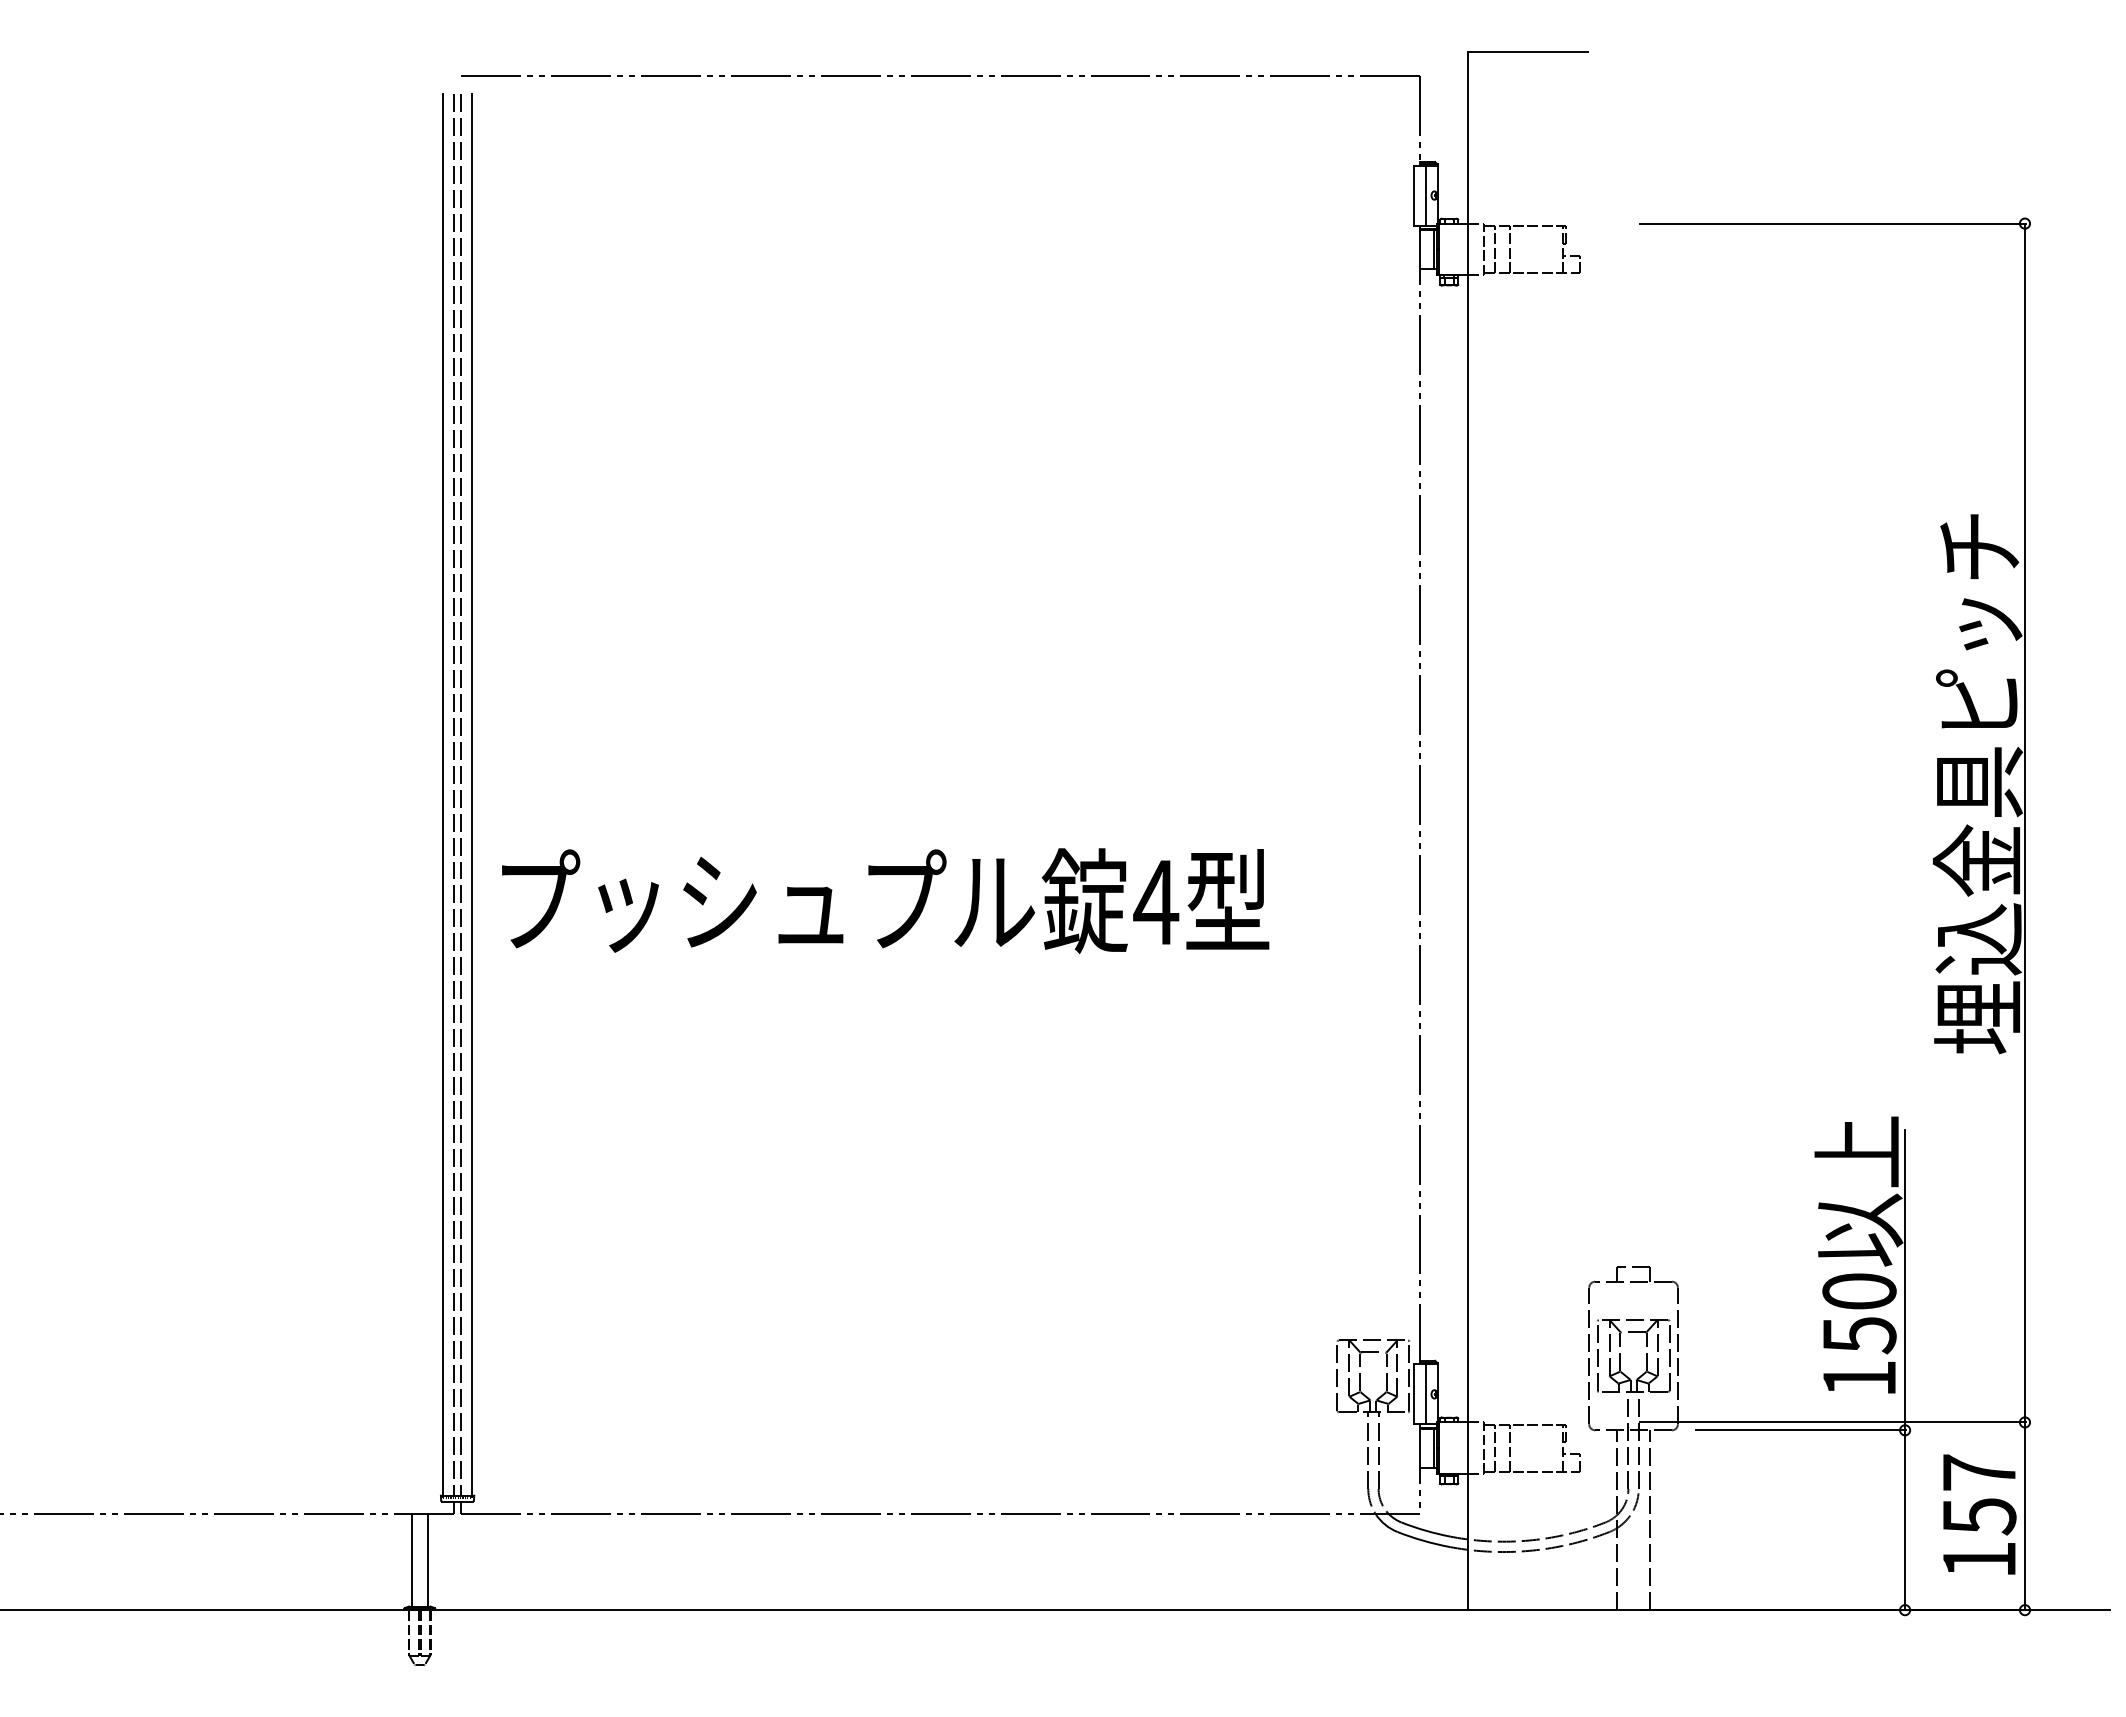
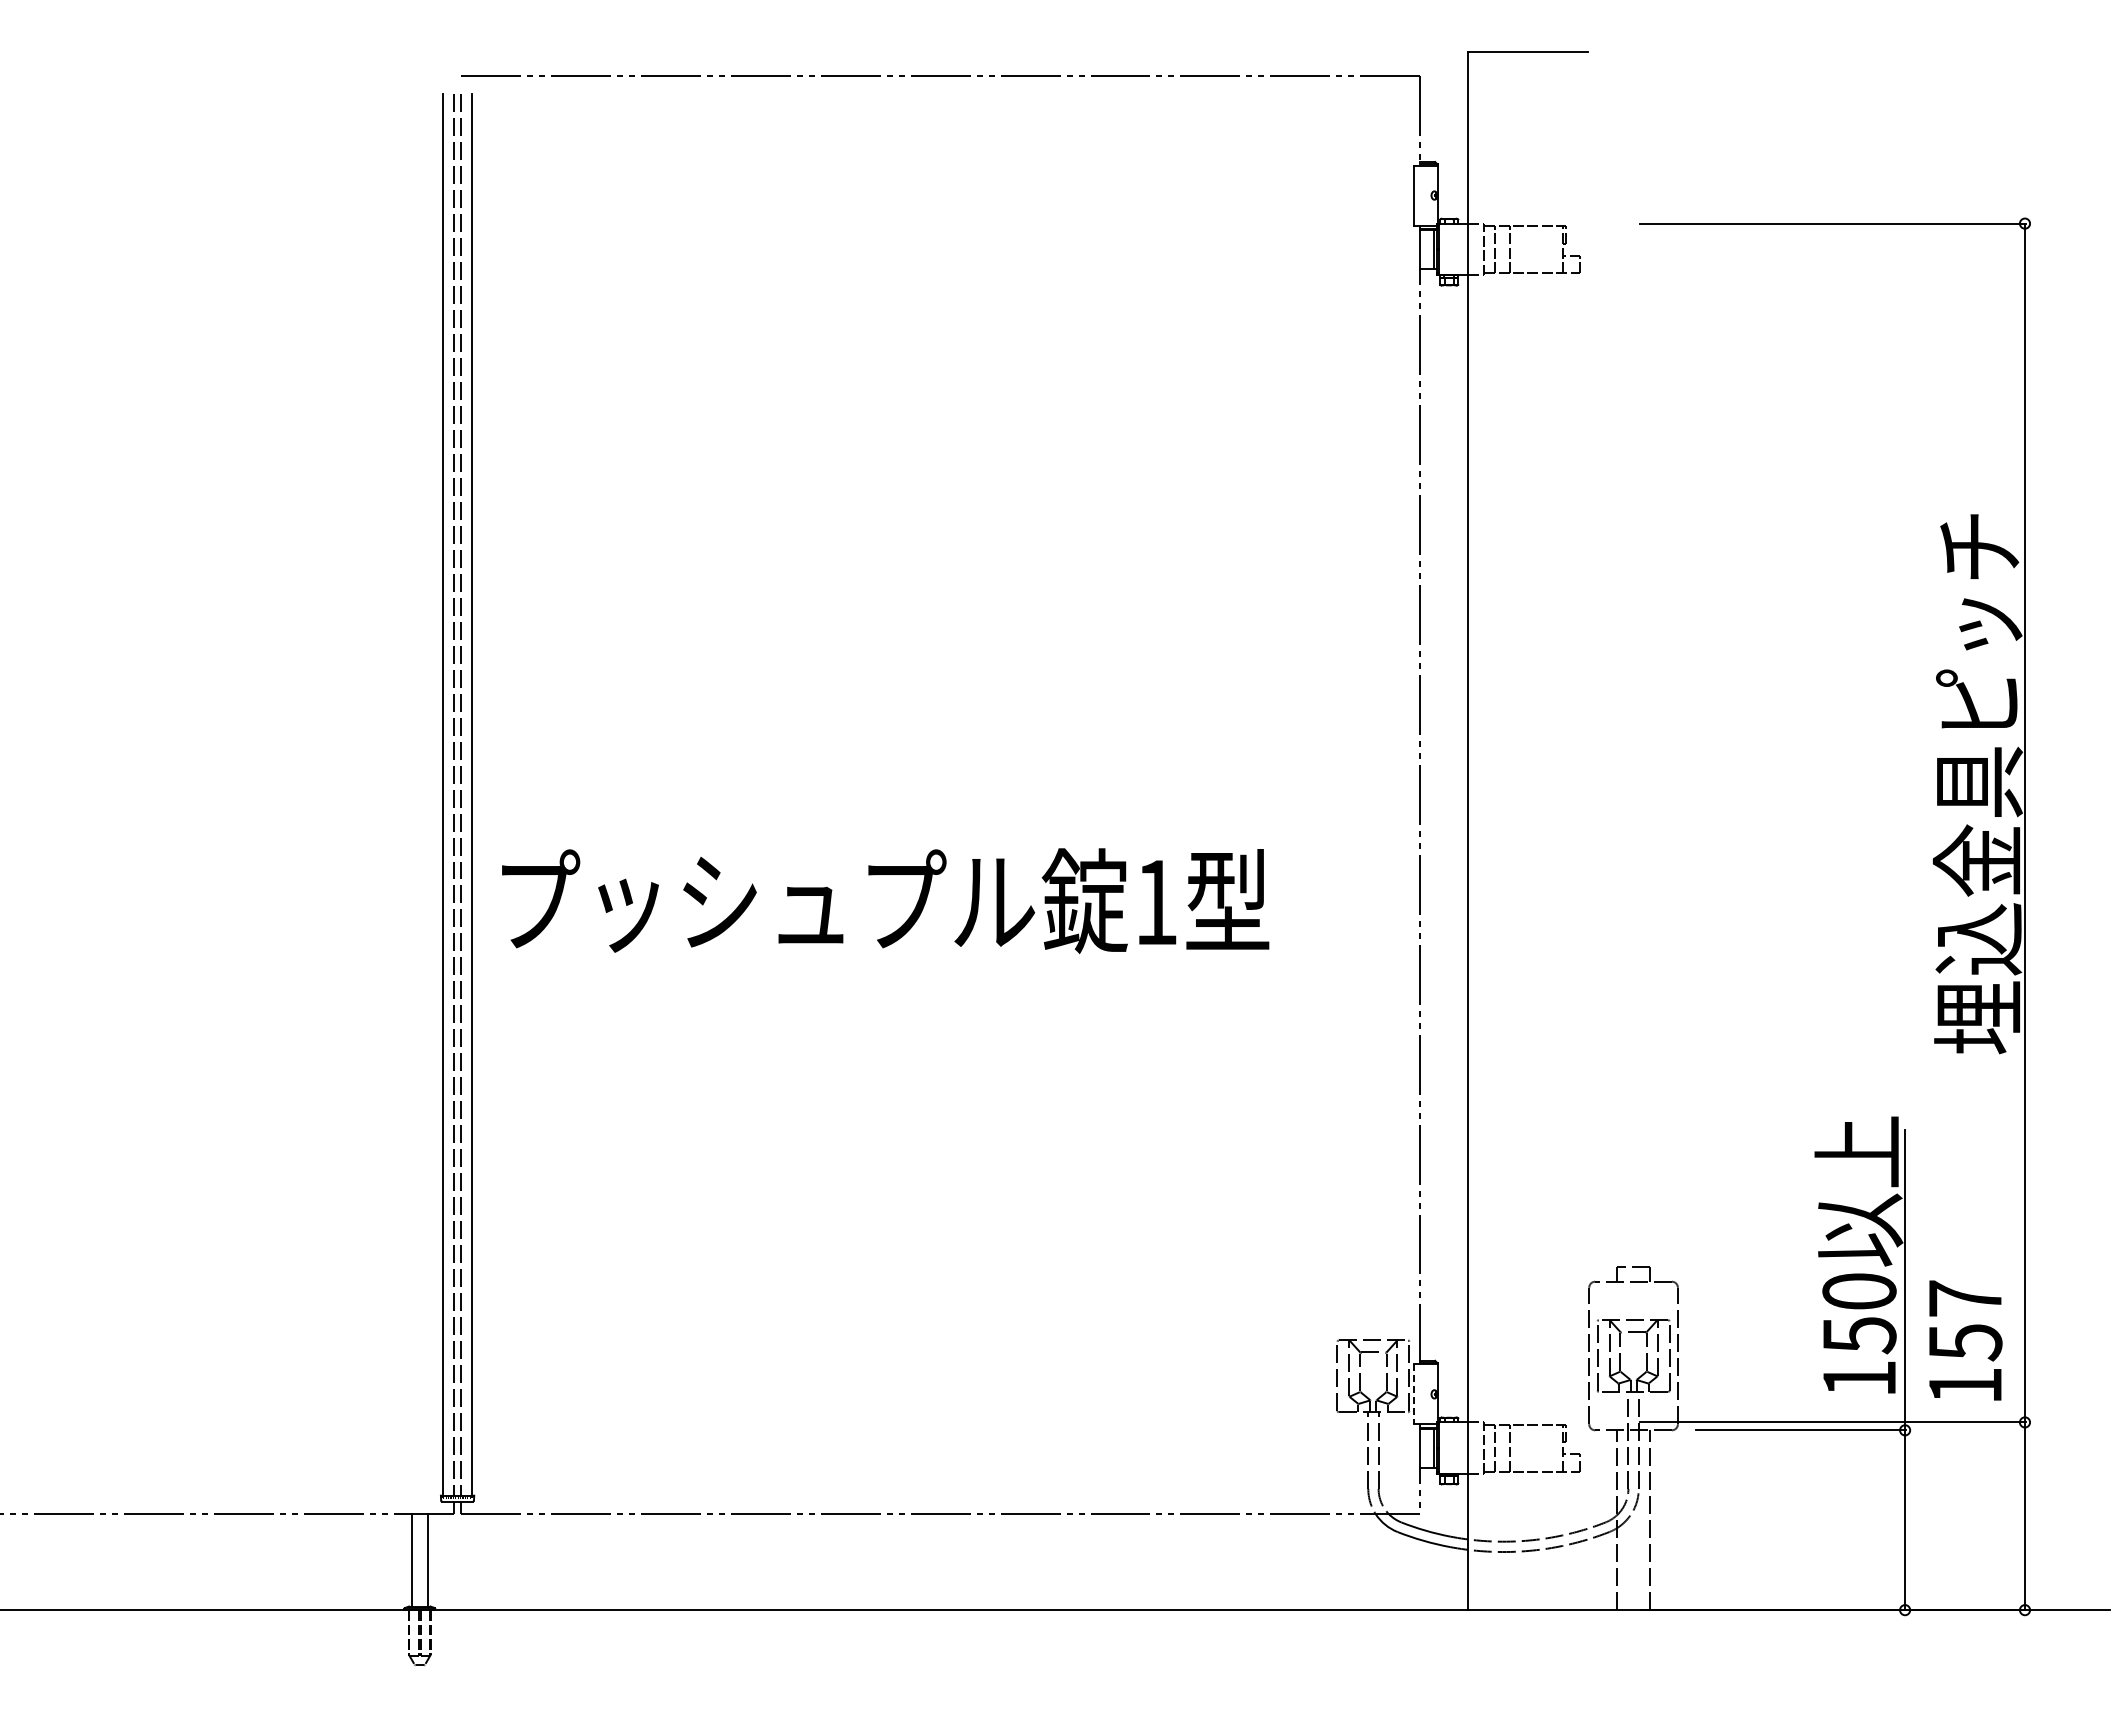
line at (1426, 195): present -> none
text at (1156, 902): 4 -> 1
line at (1414, 1394): solid -> dashed
line at (1426, 1394): present -> none
text at (1979, 1514) position: (1979, 1514) -> (1965, 1340)
